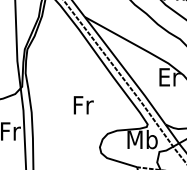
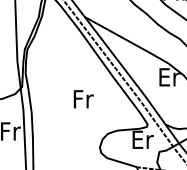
text at (83, 105) position: (83, 105) -> (83, 99)
text at (142, 139): Mb -> Er
